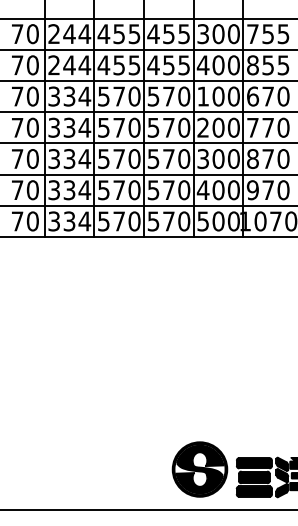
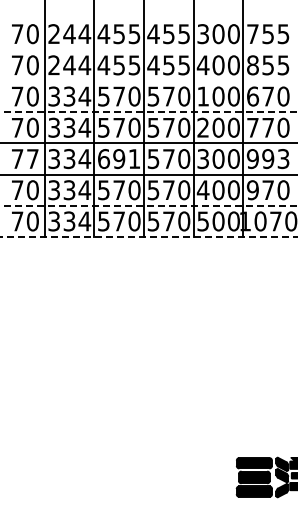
line at (148, 18): present -> none
line at (148, 49): present -> none
line at (148, 80): present -> none
line at (149, 112): solid -> dashed
text at (32, 159): 70 -> 77
text at (119, 159): 570 -> 691
text at (267, 159): 870 -> 993
line at (149, 205): solid -> dashed
line at (149, 237): solid -> dashed
part at (199, 469): present -> none
line at (148, 510): present -> none
